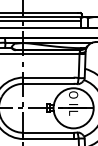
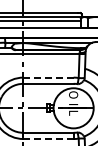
line at (49, 77): solid -> dashed
line at (48, 139): solid -> dashed
